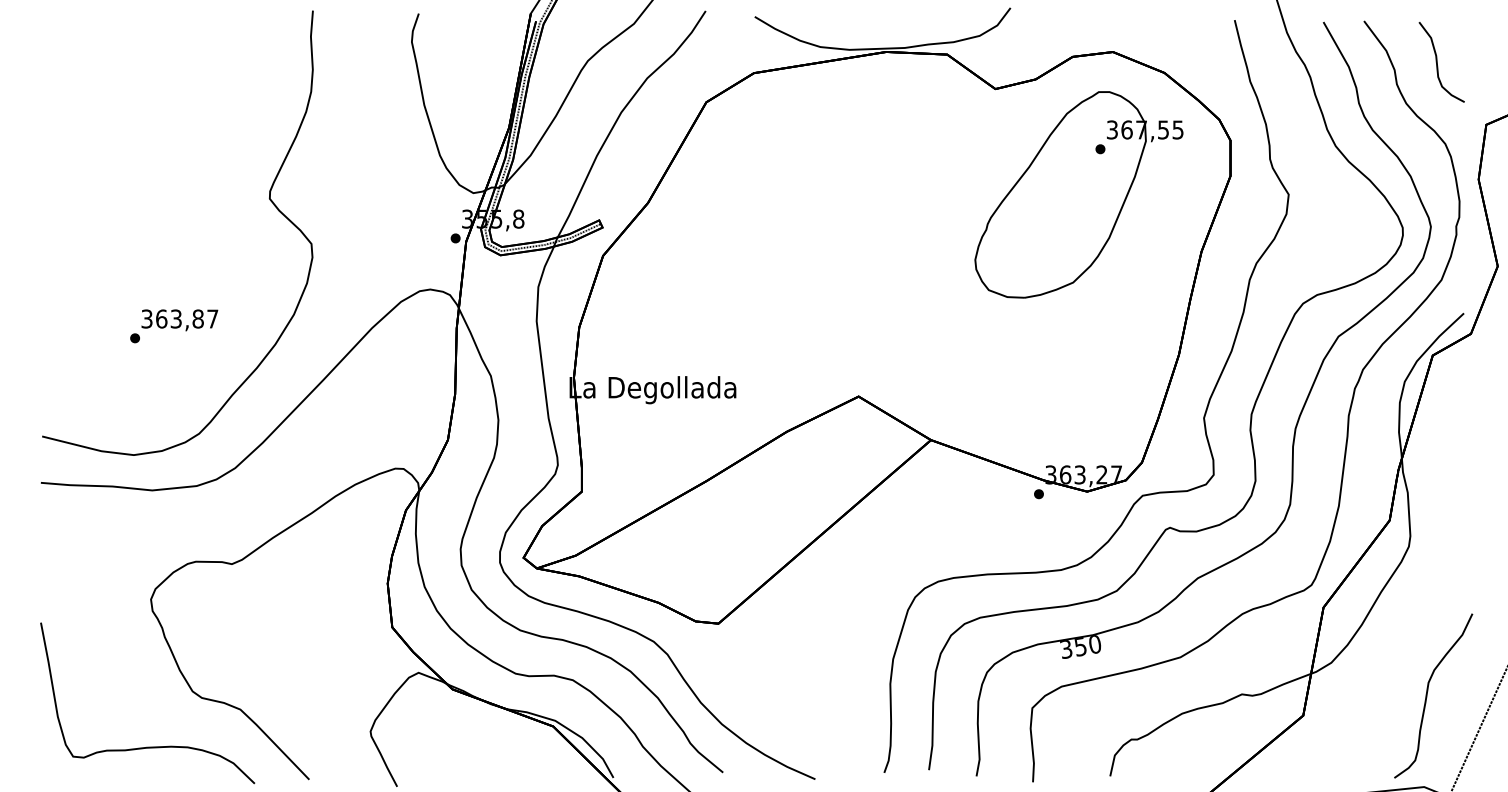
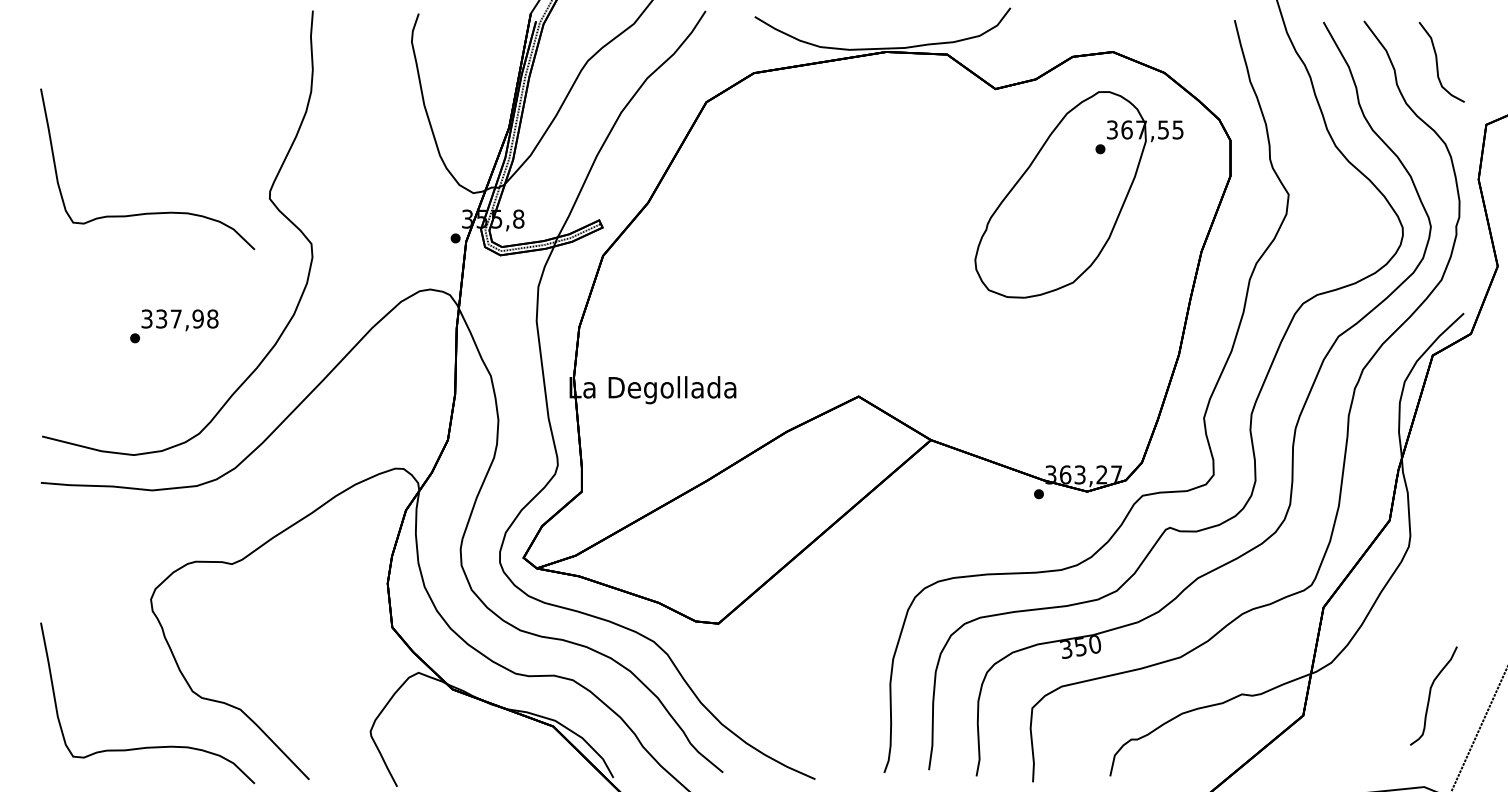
curve at (147, 212): none -> present
text at (187, 318): 363,87 -> 337,98
part at (1433, 695) size: 80x166 px -> 48x100 px
